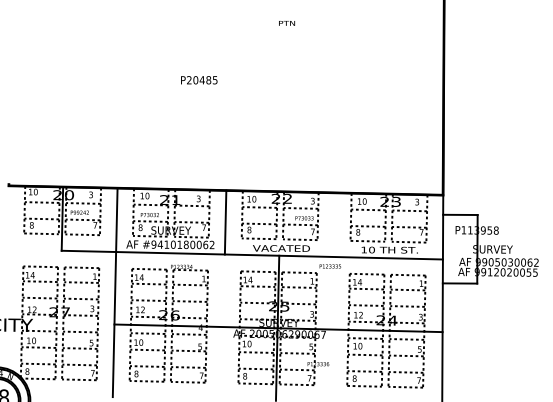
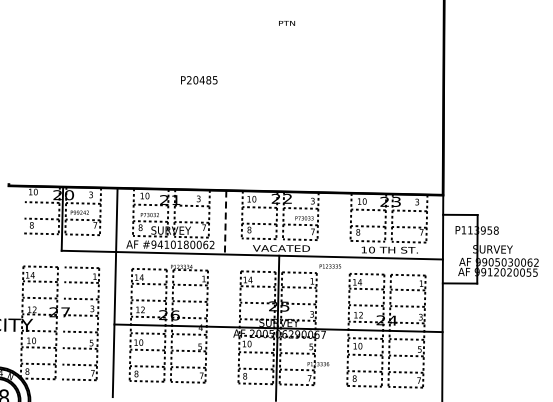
line at (24, 209): present -> none
line at (225, 222): solid -> dashed
line at (63, 323): present -> none
